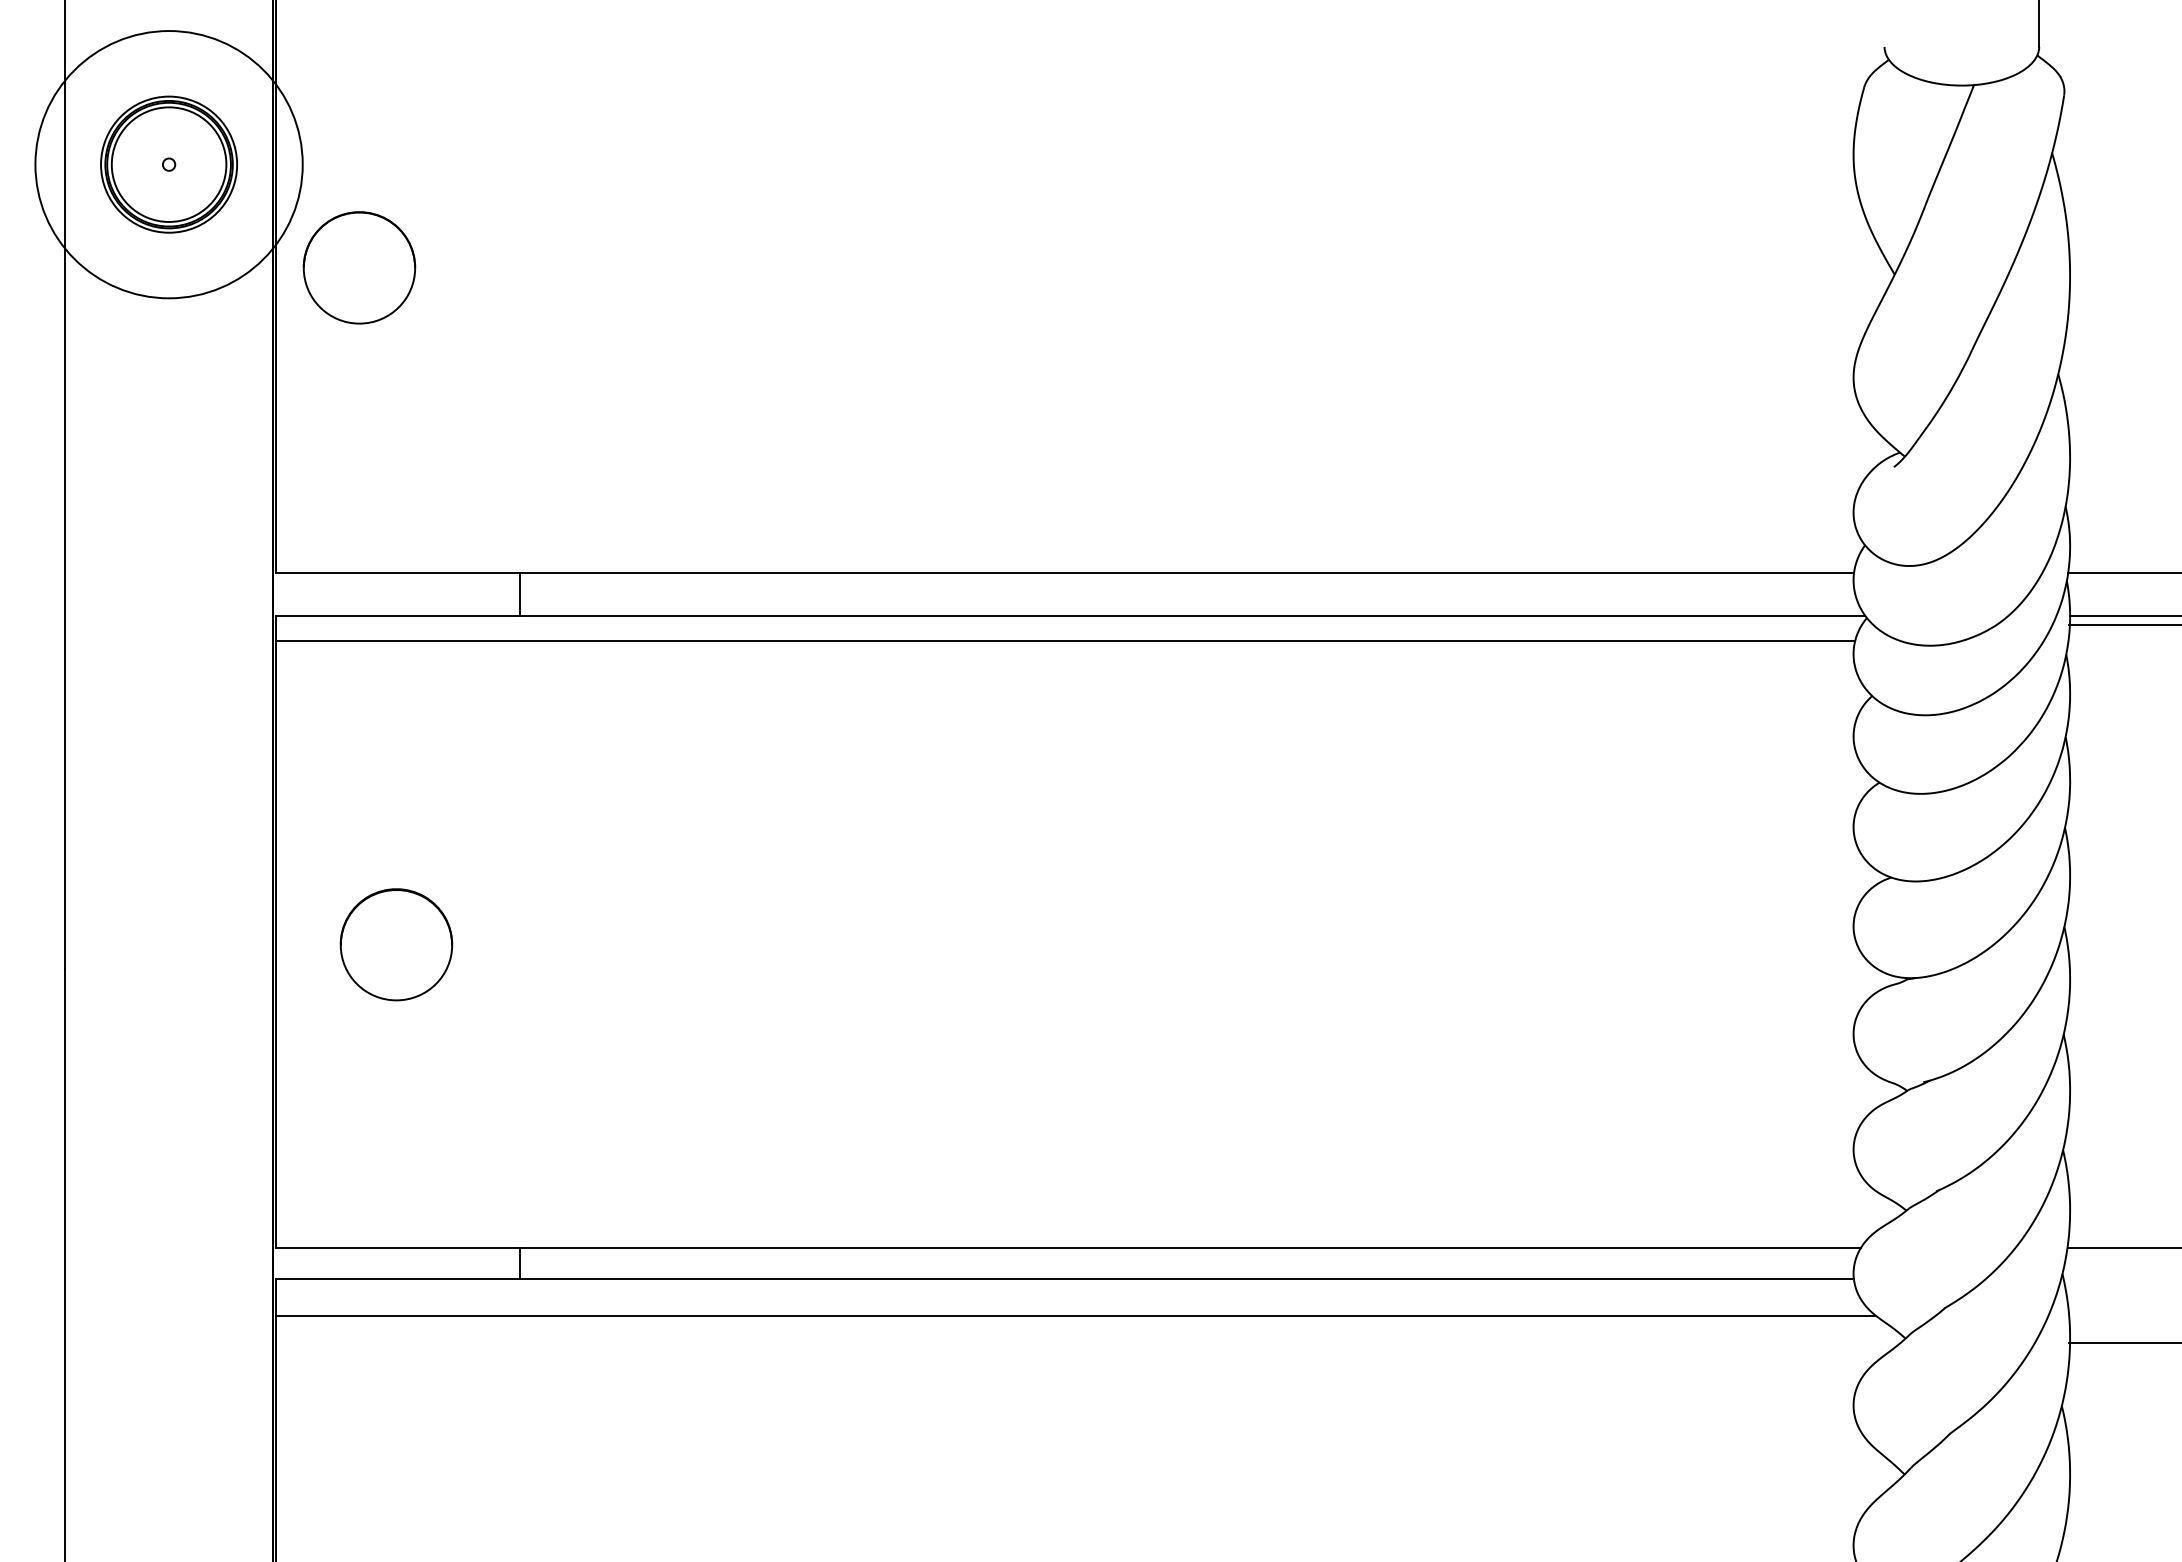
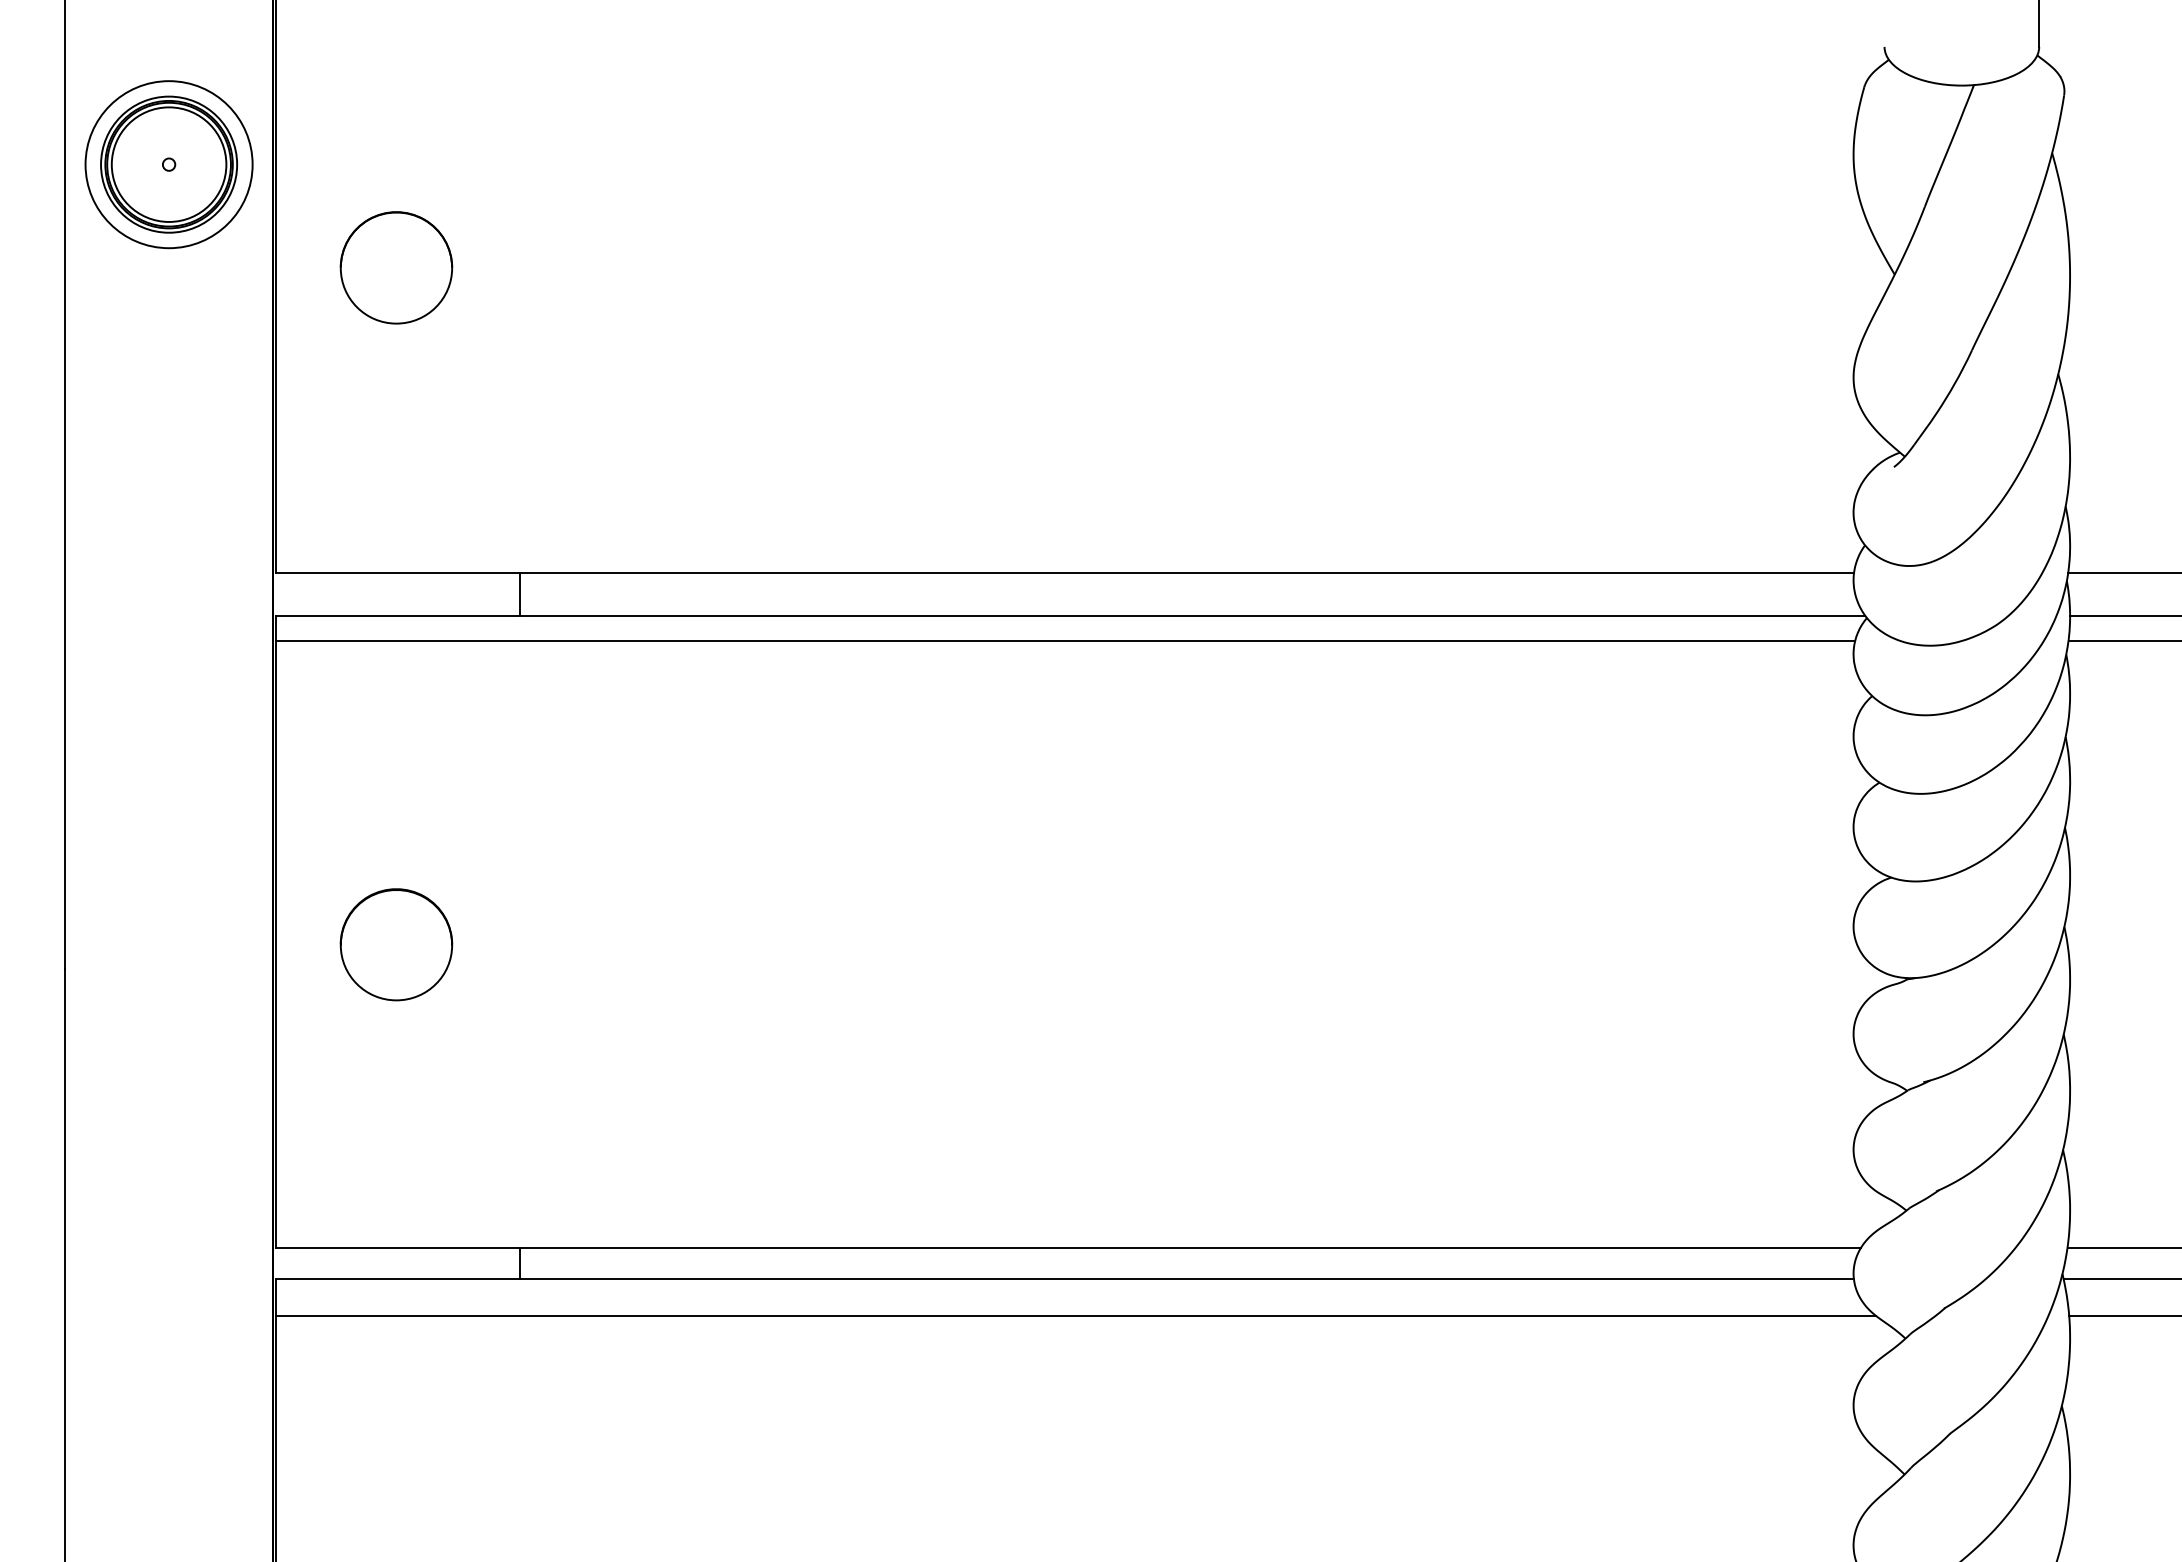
circle at (168, 164) diameter: 267 px -> 167 px
part at (359, 267) position: (359, 267) -> (396, 267)
line at (2123, 624) position: (2123, 624) -> (2123, 640)
line at (2120, 1278): none -> present
line at (2123, 1343) position: (2123, 1343) -> (2123, 1316)
